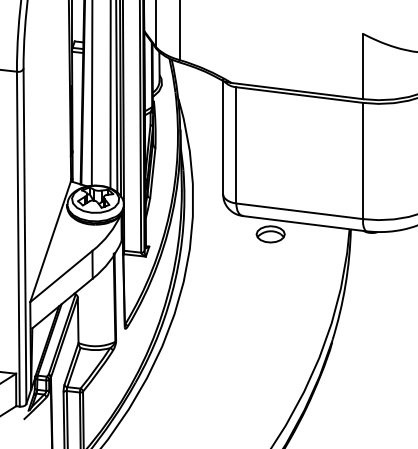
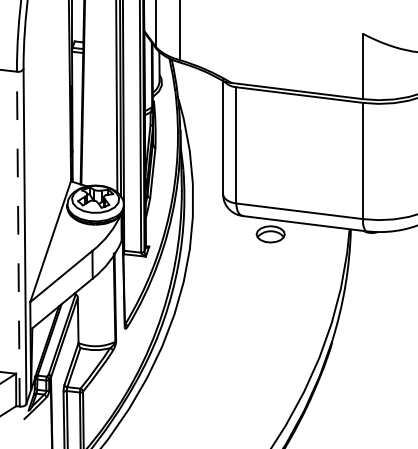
line at (91, 93): present -> none
line at (110, 95): present -> none
line at (18, 238): solid -> dashed
